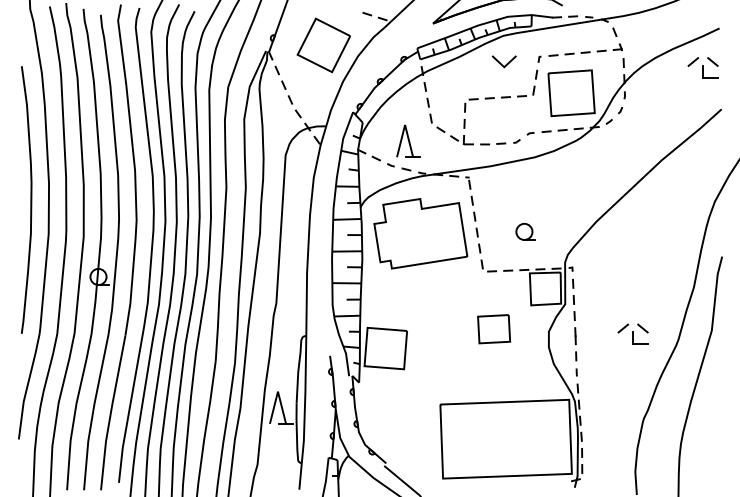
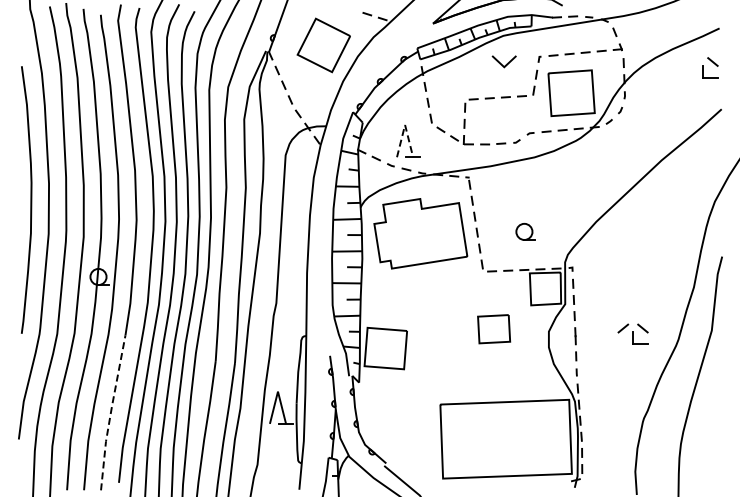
line at (693, 61): present -> none
line at (405, 125): solid -> dashed
line at (110, 412): solid -> dashed
